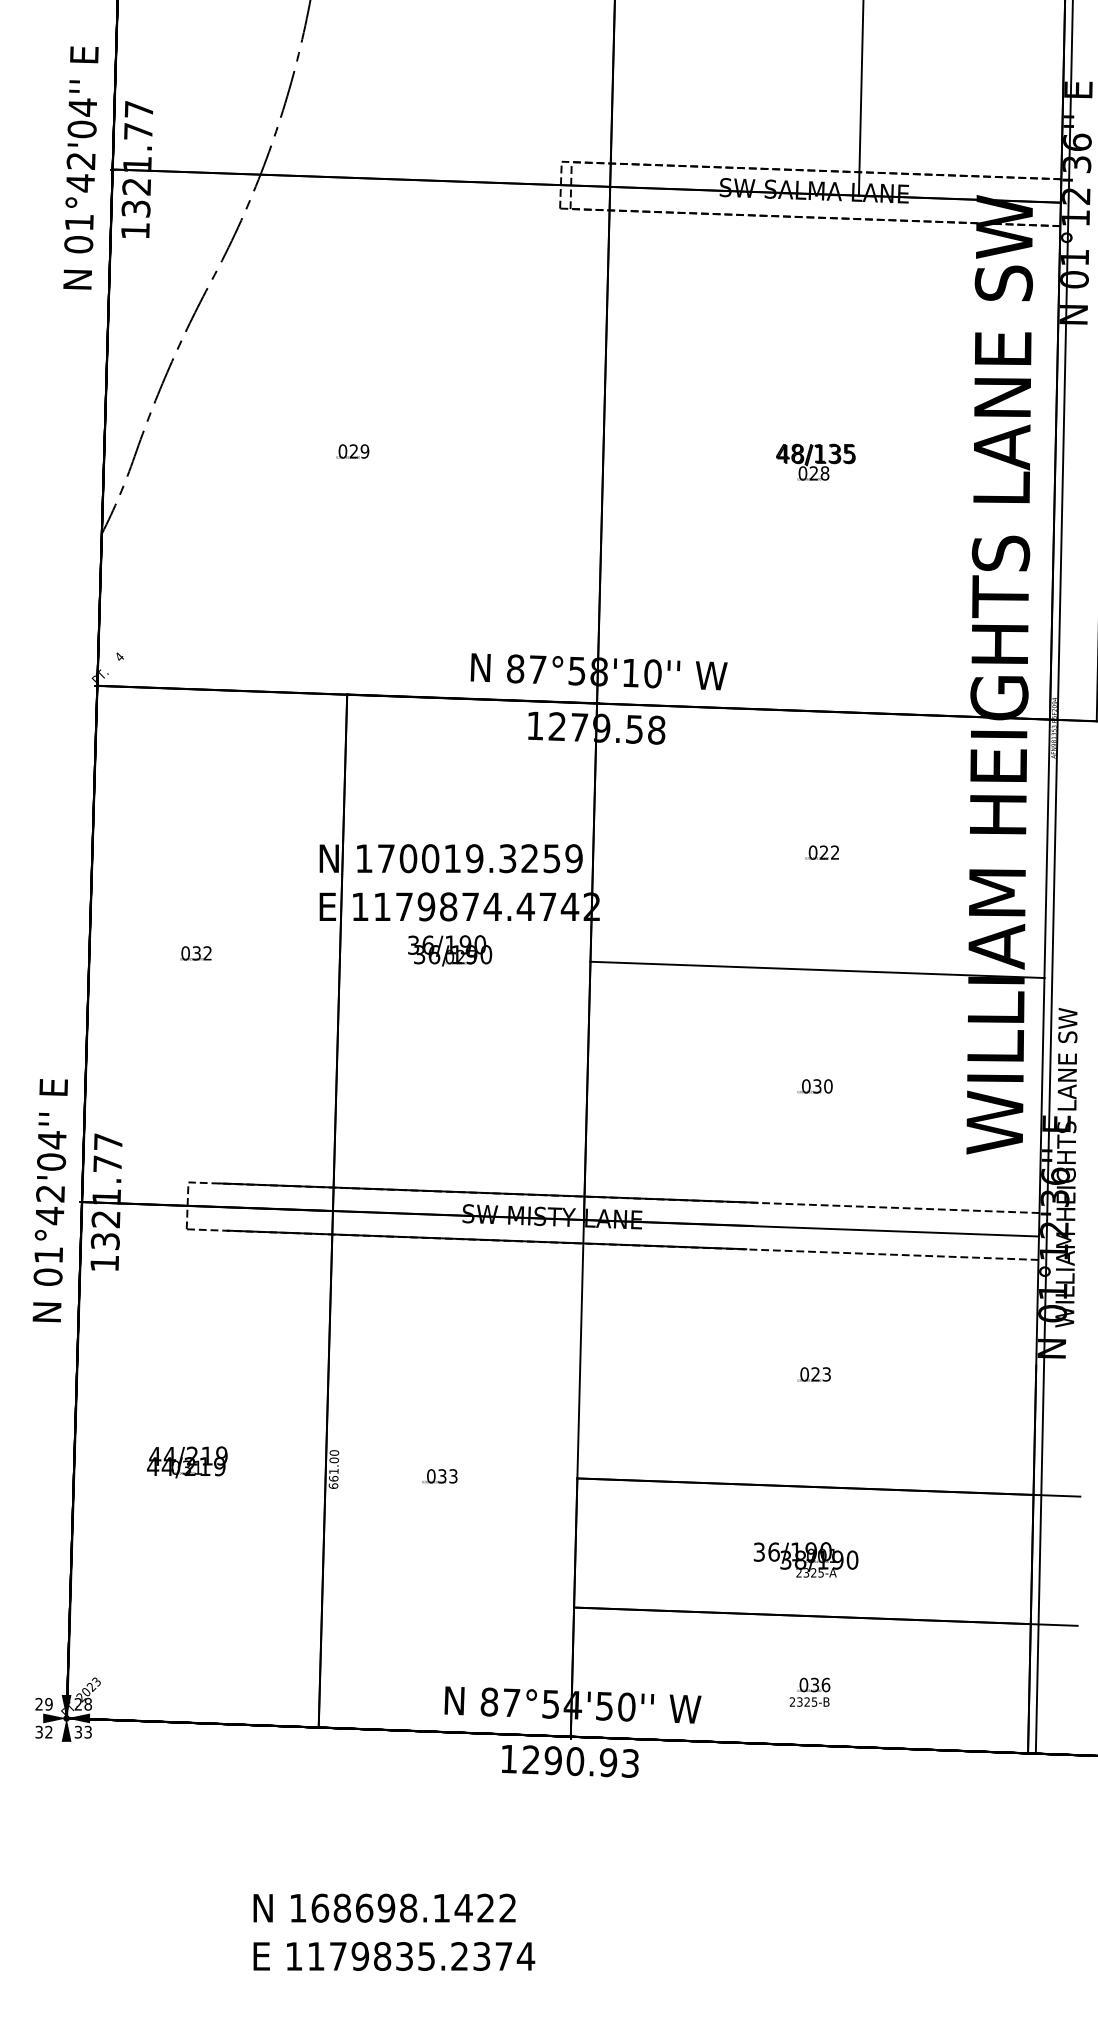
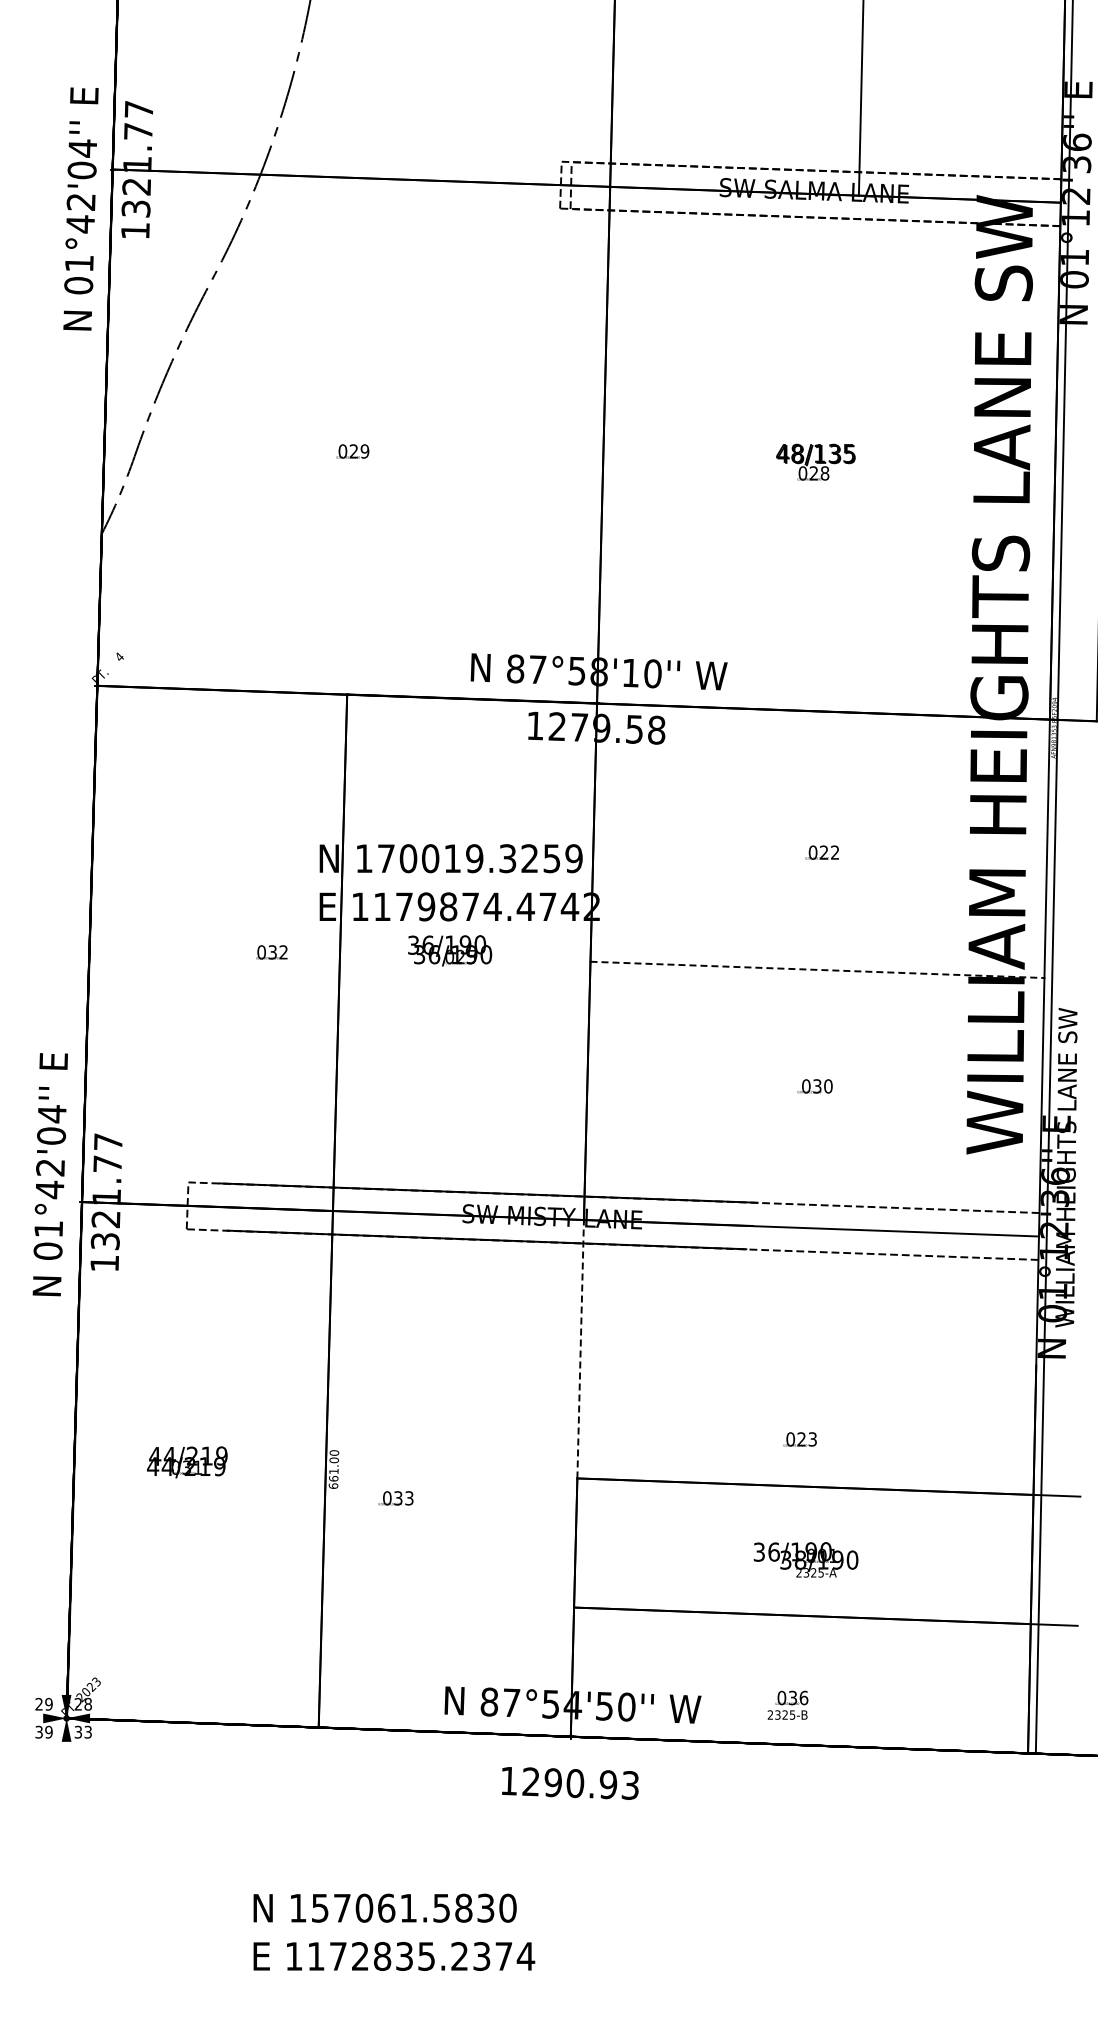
text at (80, 167) position: (80, 167) -> (80, 208)
text at (195, 953) position: (195, 953) -> (271, 952)
line at (817, 969): solid -> dashed
text at (49, 1200) position: (49, 1200) -> (49, 1174)
line at (580, 1348): solid -> dashed
text at (813, 1374) position: (813, 1374) -> (799, 1439)
text at (439, 1476) position: (439, 1476) -> (395, 1498)
text at (809, 1691) position: (809, 1691) -> (787, 1704)
text at (48, 1732): 32 -> 39
text at (570, 1761) position: (570, 1761) -> (570, 1783)
text at (413, 1907): 168698.1422 -> 157061.5830
text at (359, 1956): 1179835.2374 -> 1172835.2374
